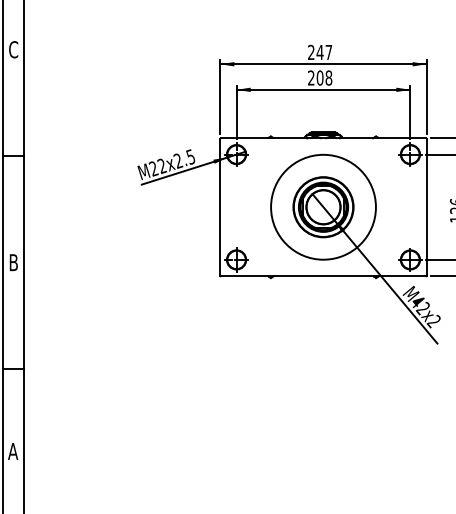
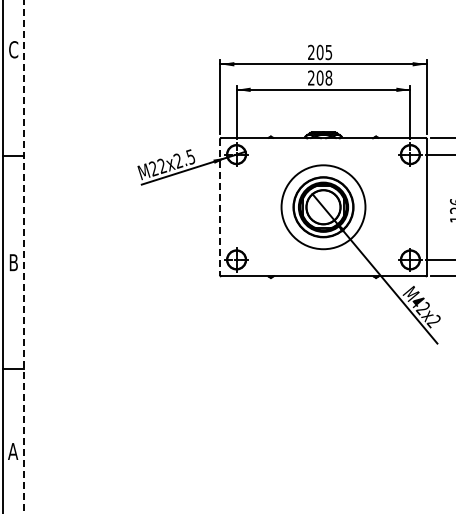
text at (324, 52): 247 -> 205
circle at (323, 206) diameter: 105 px -> 84 px
line at (220, 207): solid -> dashed
line at (24, 256): solid -> dashed
